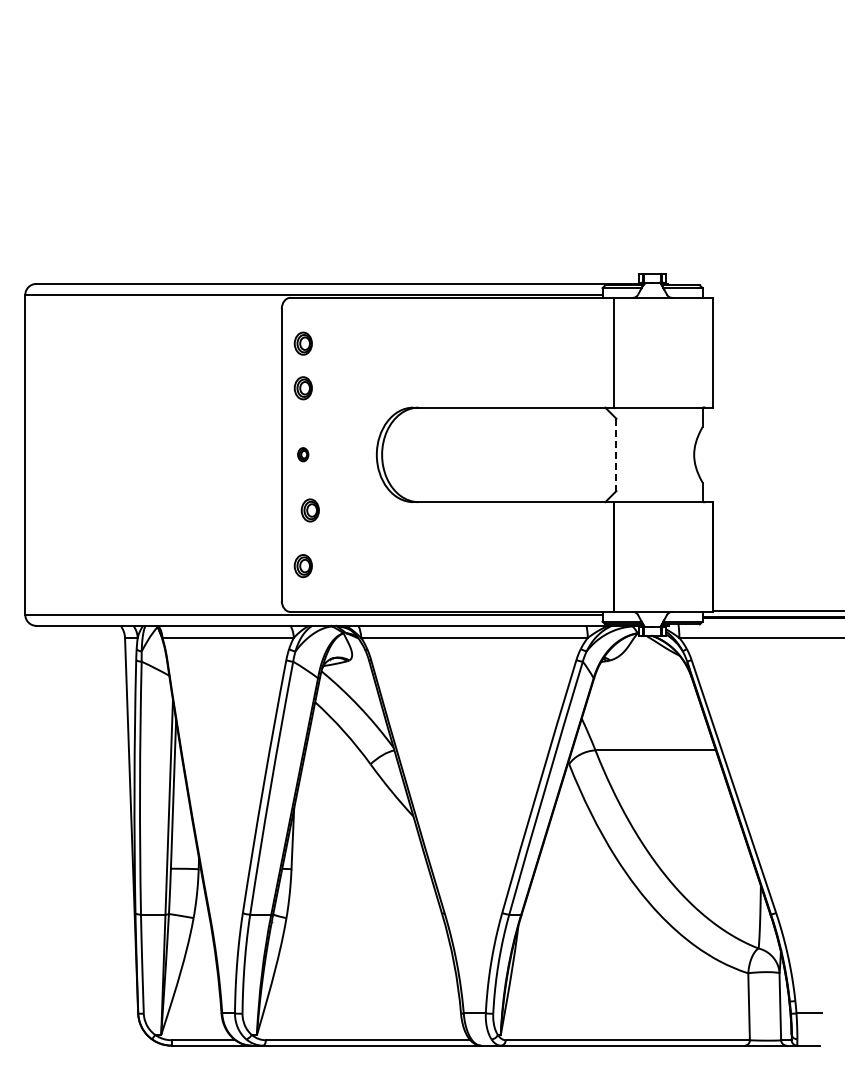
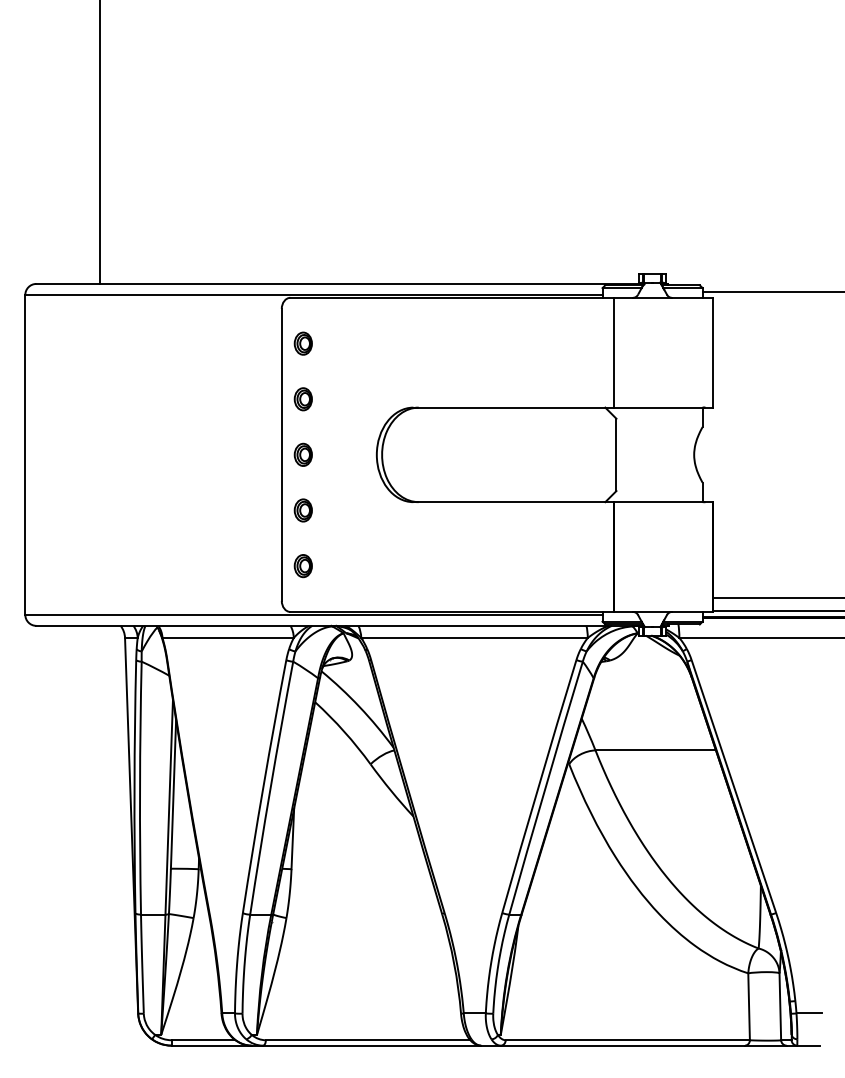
line at (100, 142): none -> present
line at (771, 292): none -> present
part at (302, 388) position: (302, 388) -> (302, 399)
part at (303, 454) size: 13x16 px -> 20x25 px
line at (616, 455): dashed -> solid
part at (309, 510) position: (309, 510) -> (302, 510)
line at (777, 598): none -> present
